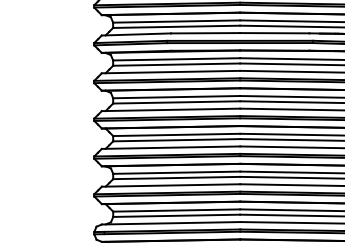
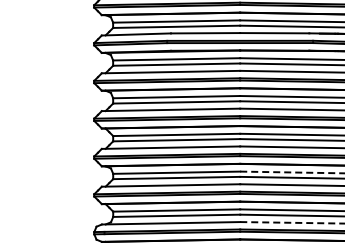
line at (292, 172): solid -> dashed
line at (292, 222): solid -> dashed
